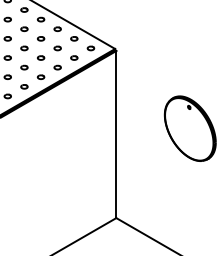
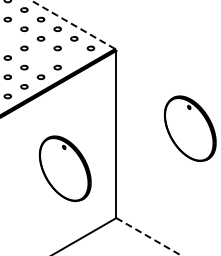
line at (72, 24): solid -> dashed
part at (7, 38): present -> none
part at (41, 57): present -> none
part at (74, 57): present -> none
part at (64, 168): none -> present
line at (149, 237): solid -> dashed
